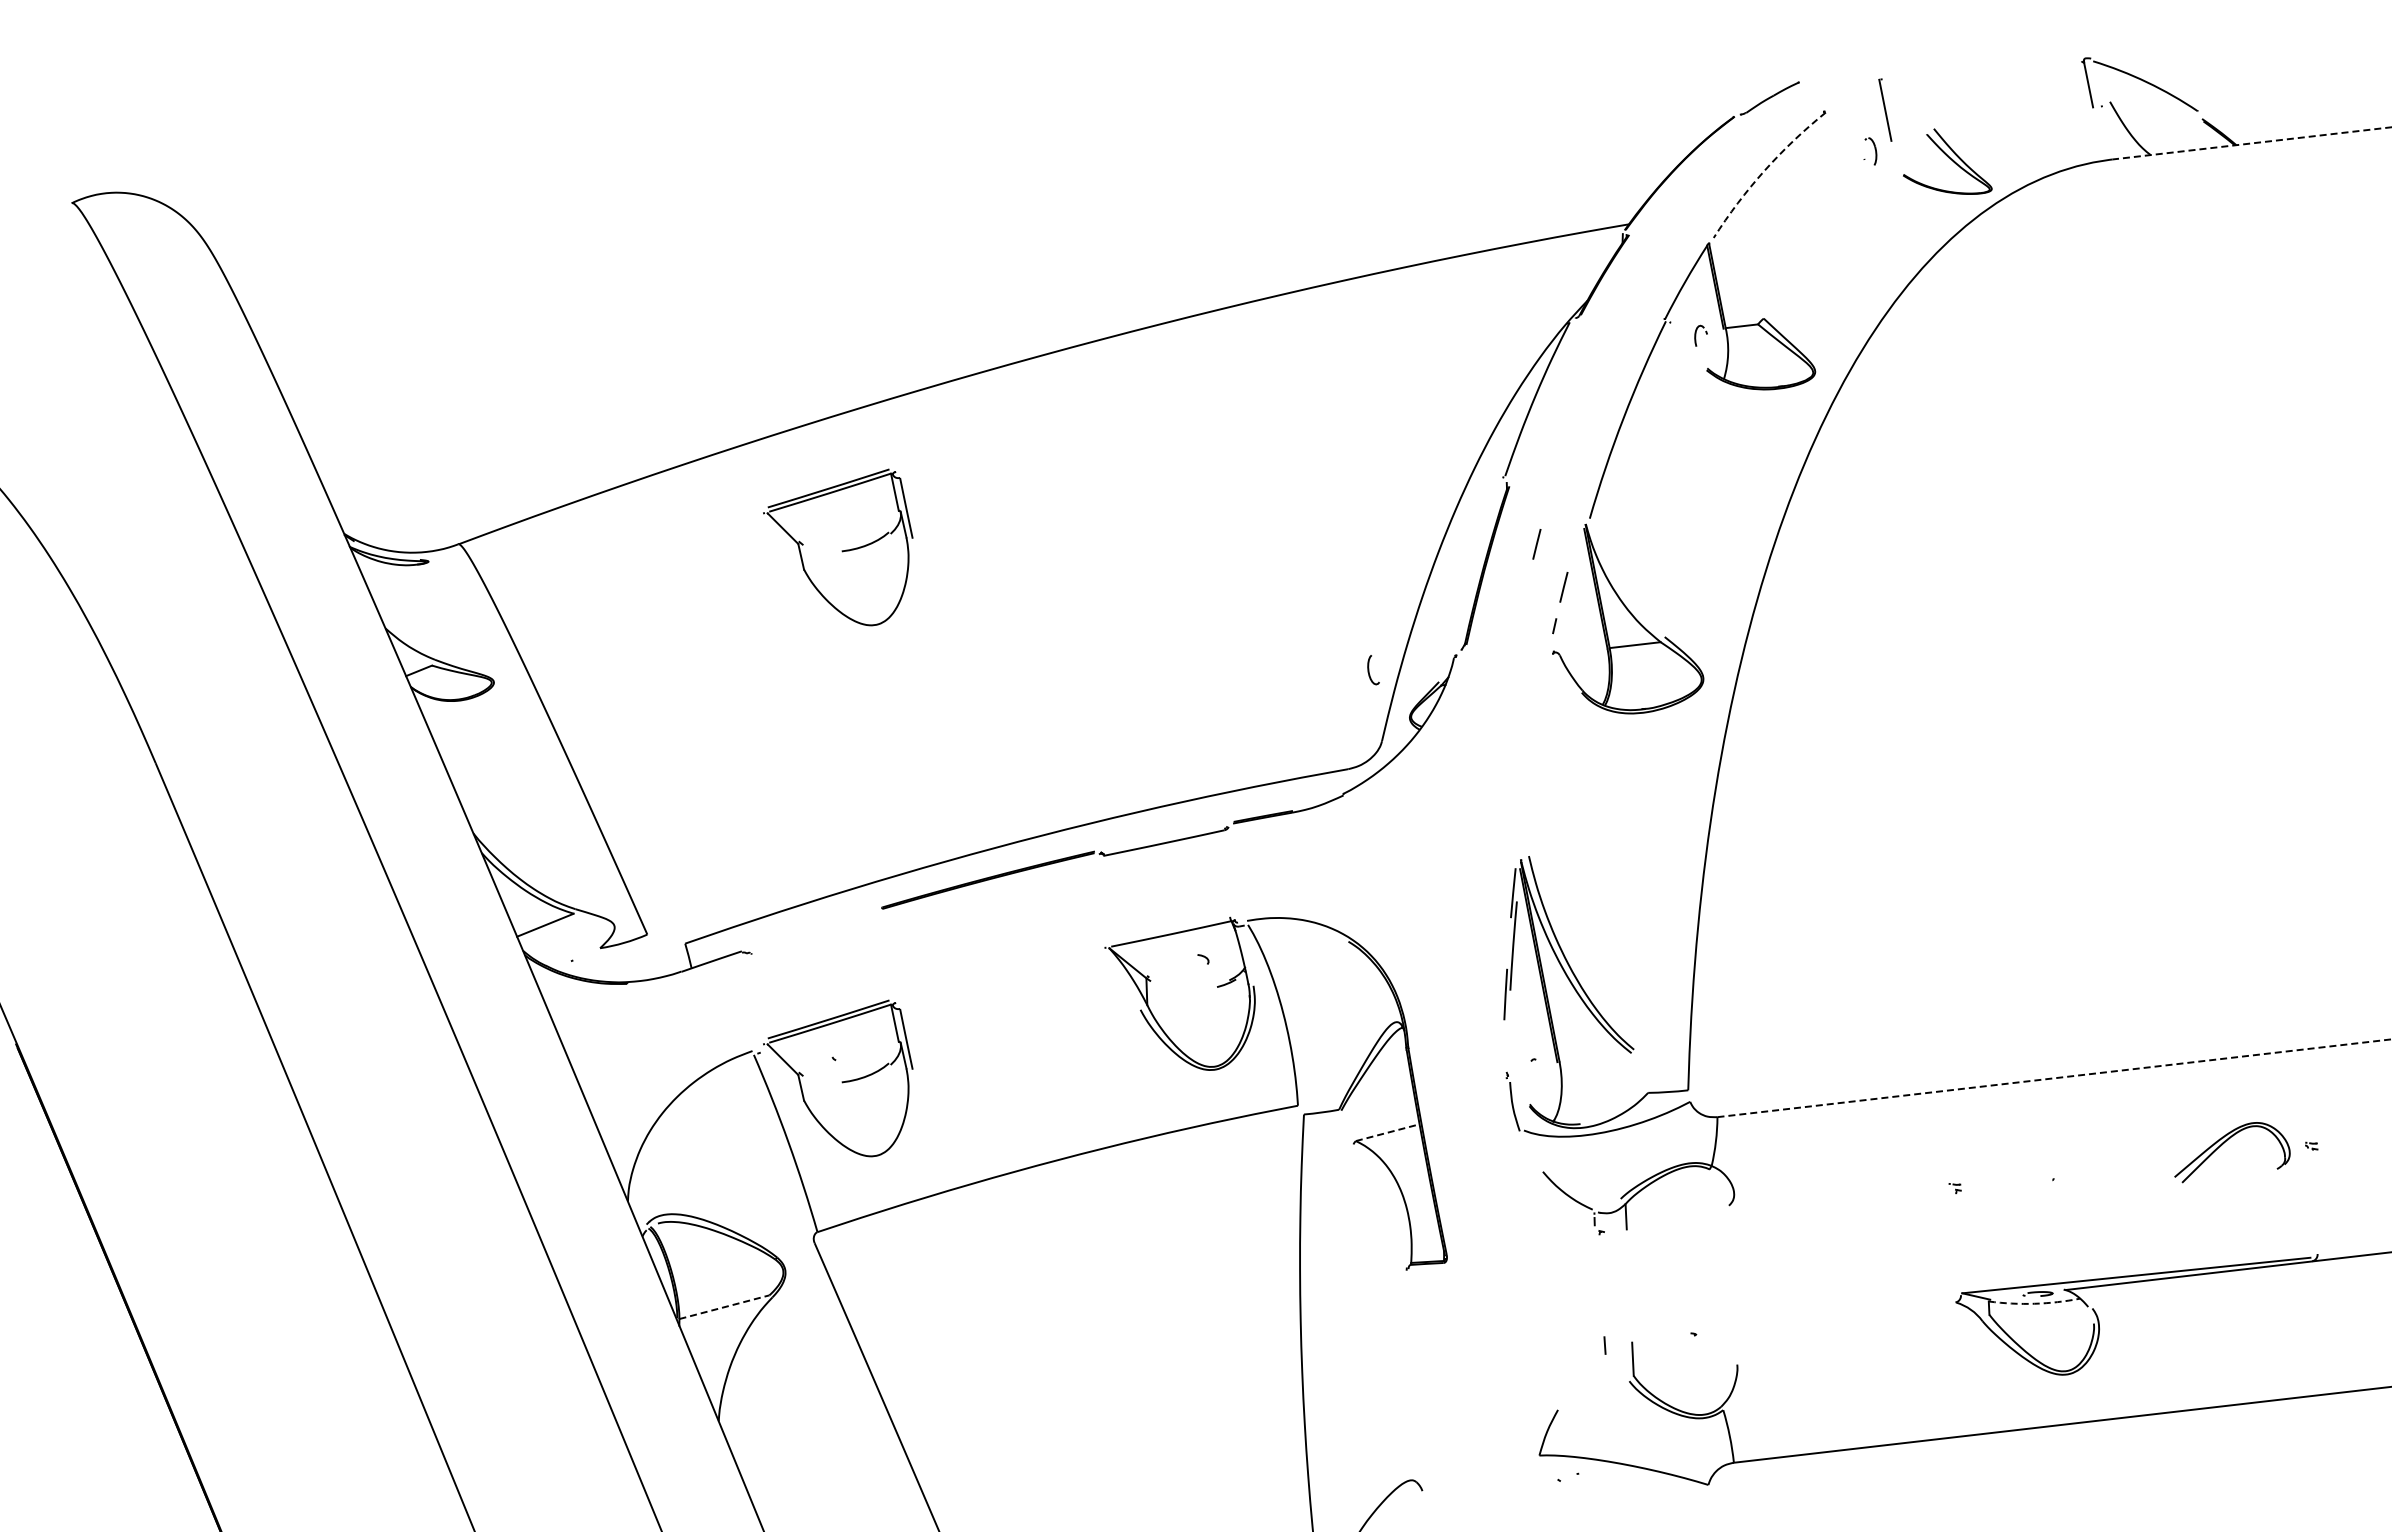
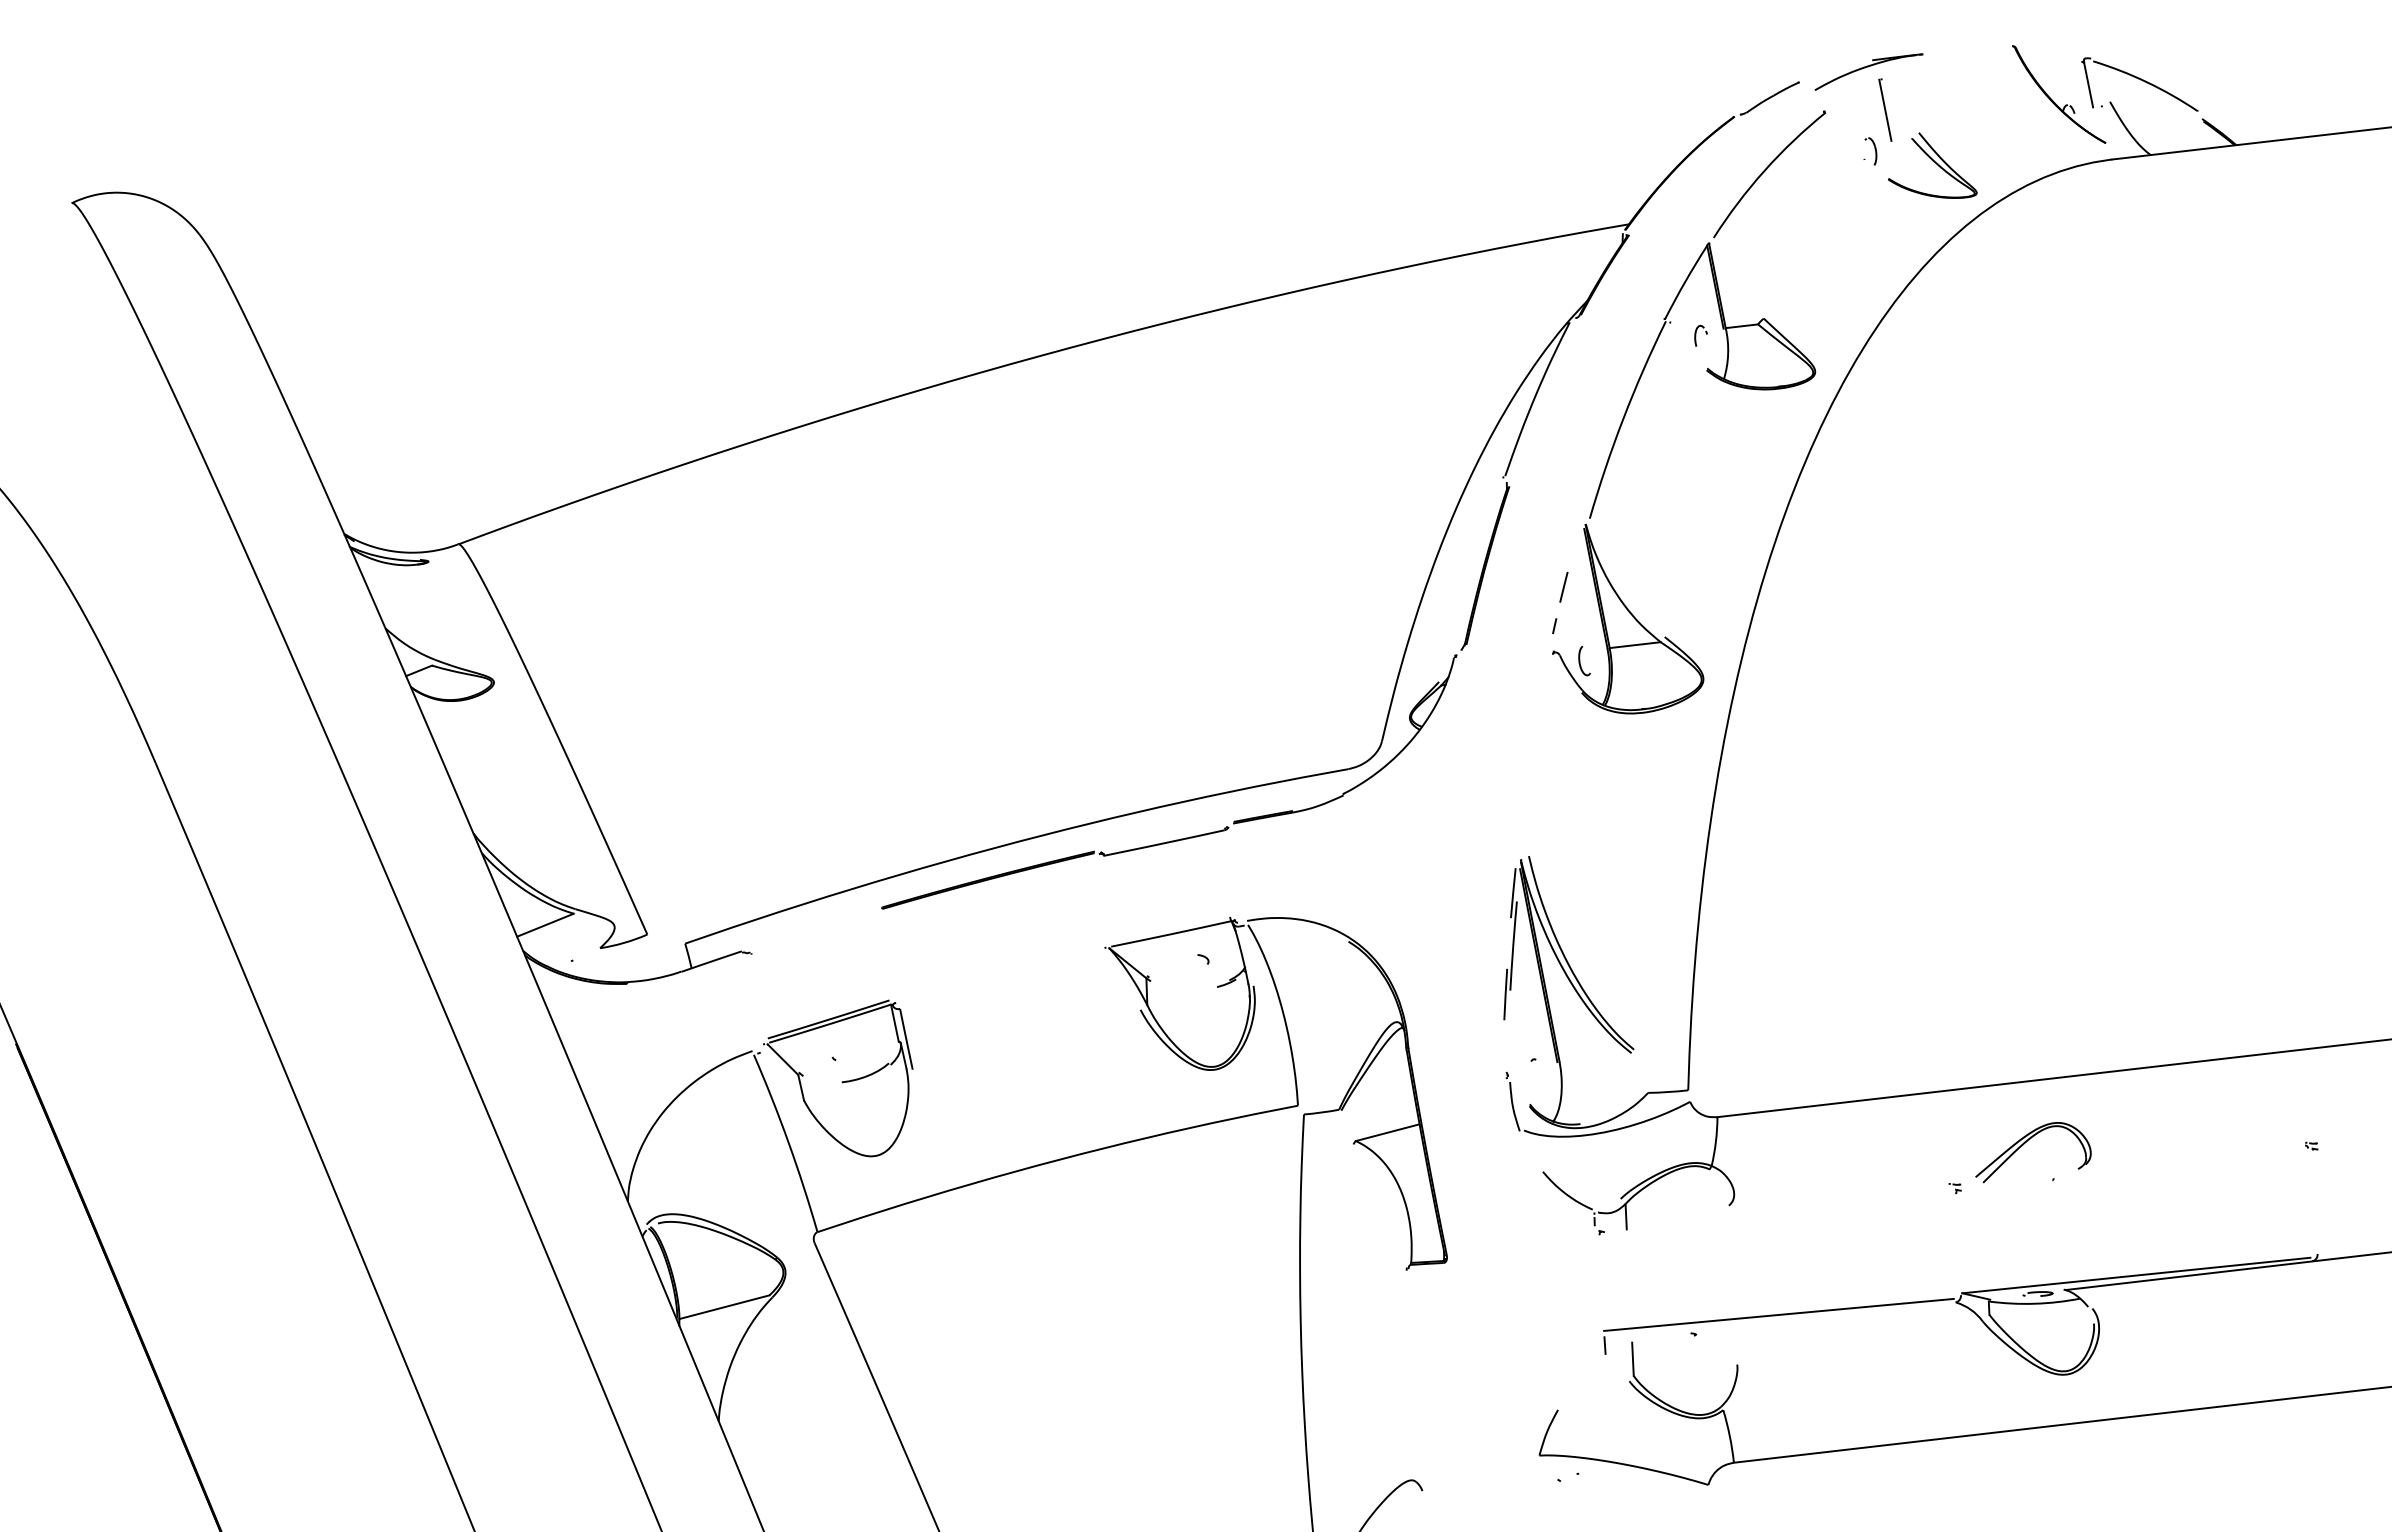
part at (1868, 71): none -> present
part at (2053, 100): none -> present
line at (2251, 143): dashed -> solid
part at (1947, 161) position: (1947, 161) -> (1932, 165)
arc at (1764, 170): dashed -> solid
line at (1536, 544): present -> none
part at (838, 547): present -> none
curve at (1369, 670) position: (1369, 670) -> (1580, 661)
line at (2054, 1078): dashed -> solid
line at (1387, 1132): dashed -> solid
part at (2224, 1143) position: (2224, 1143) -> (2025, 1143)
arc at (2034, 1303): dashed -> solid
line at (724, 1307): dashed -> solid
line at (1778, 1314): none -> present
